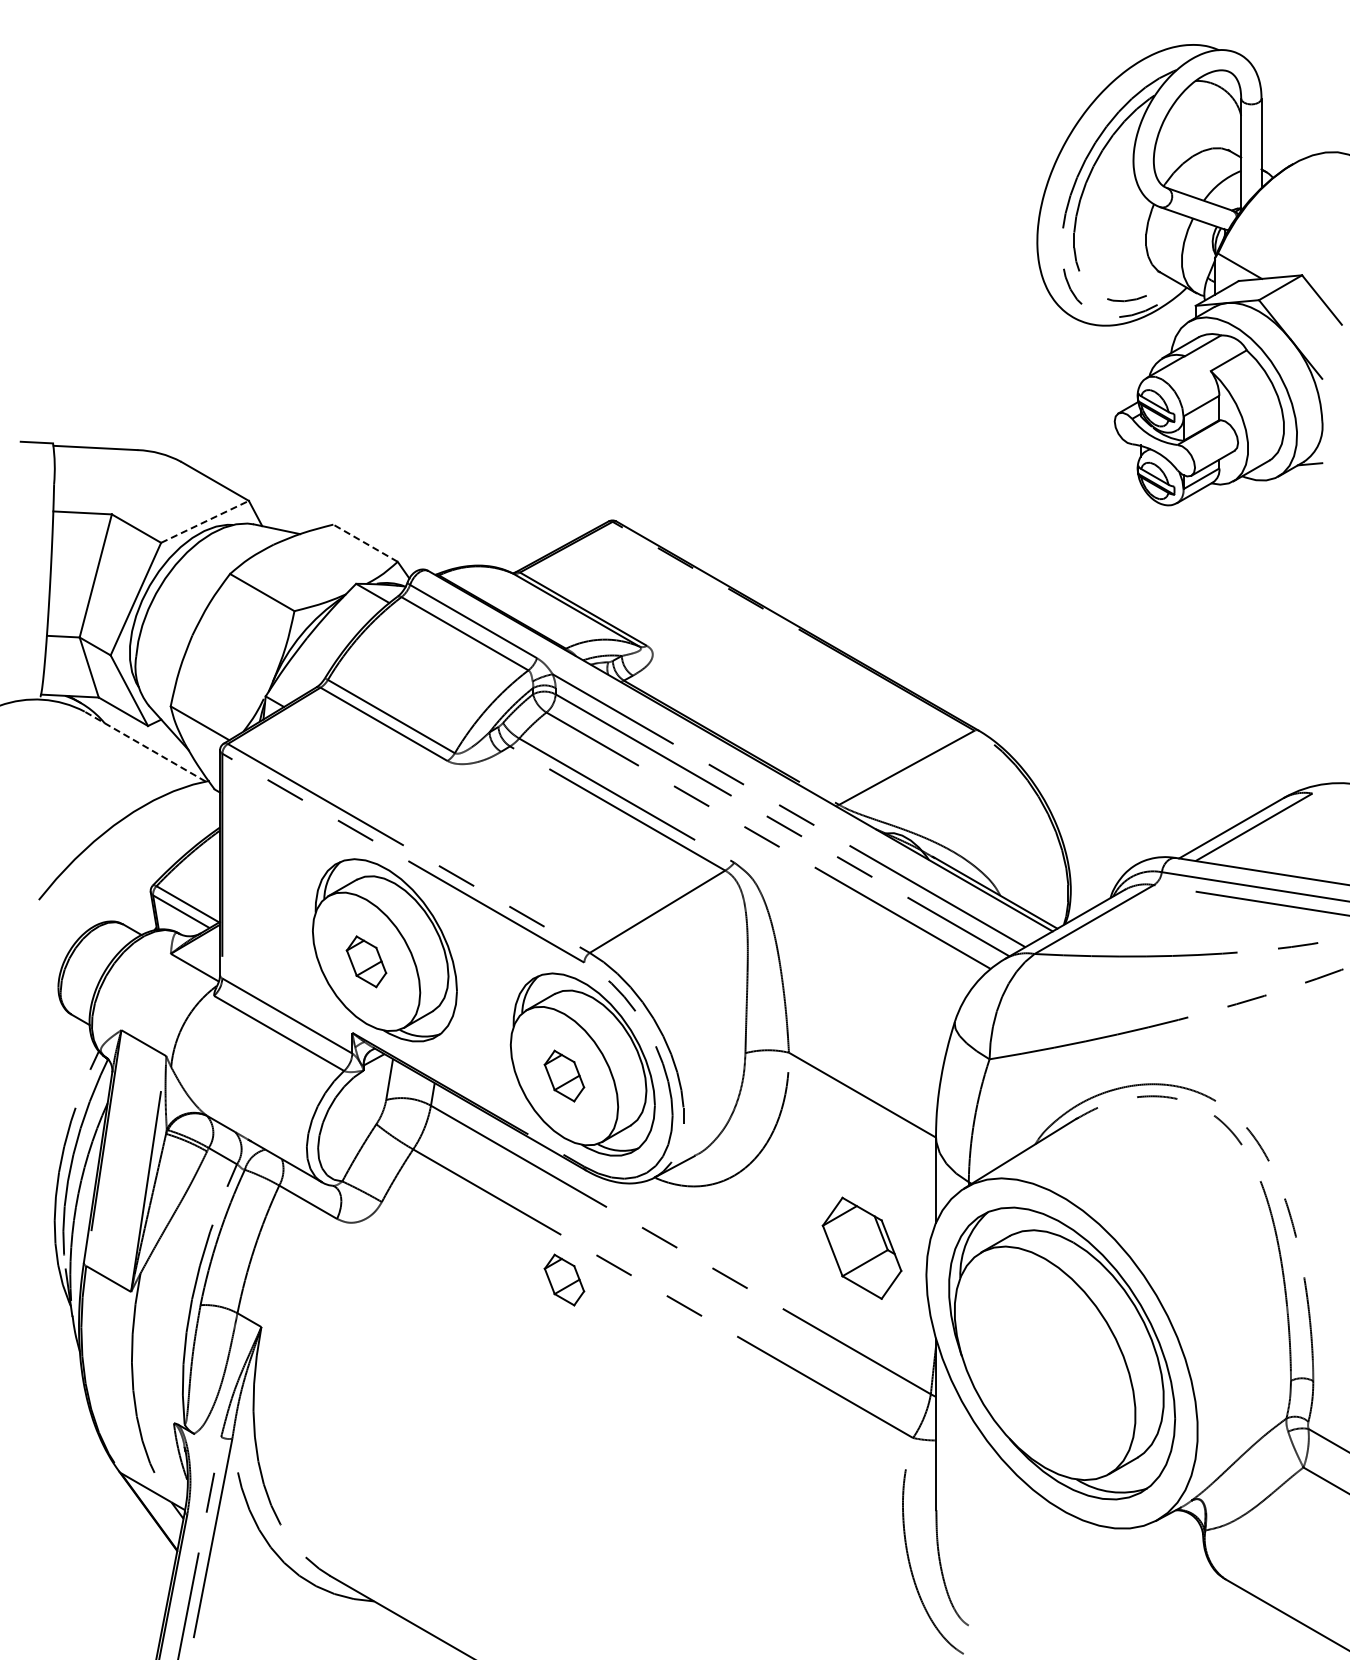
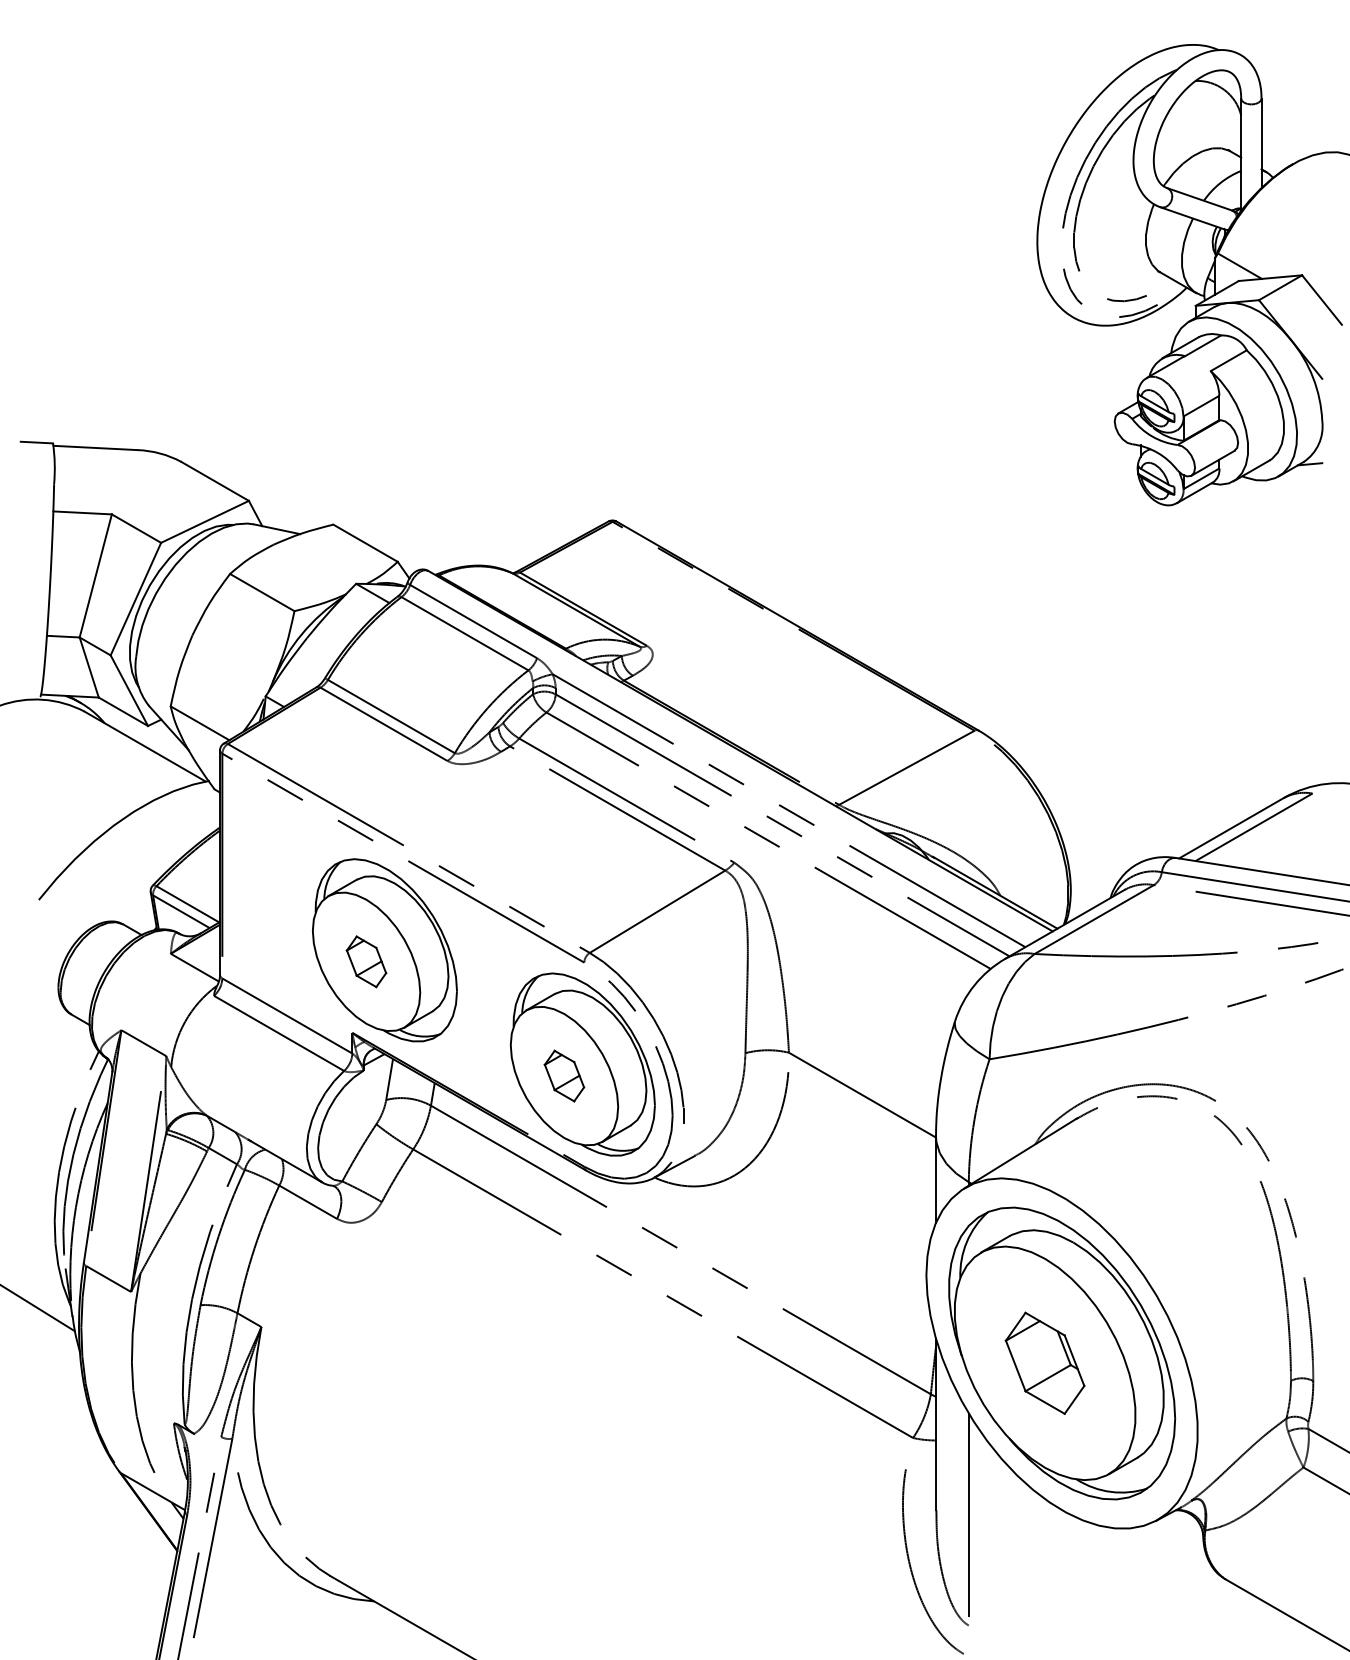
line at (205, 521): dashed -> solid
line at (365, 542): dashed -> solid
line at (145, 746): dashed -> solid
part at (861, 1247) position: (861, 1247) -> (1044, 1362)
part at (564, 1279): present -> none
line at (38, 1308): none -> present
line at (968, 1519): none -> present
